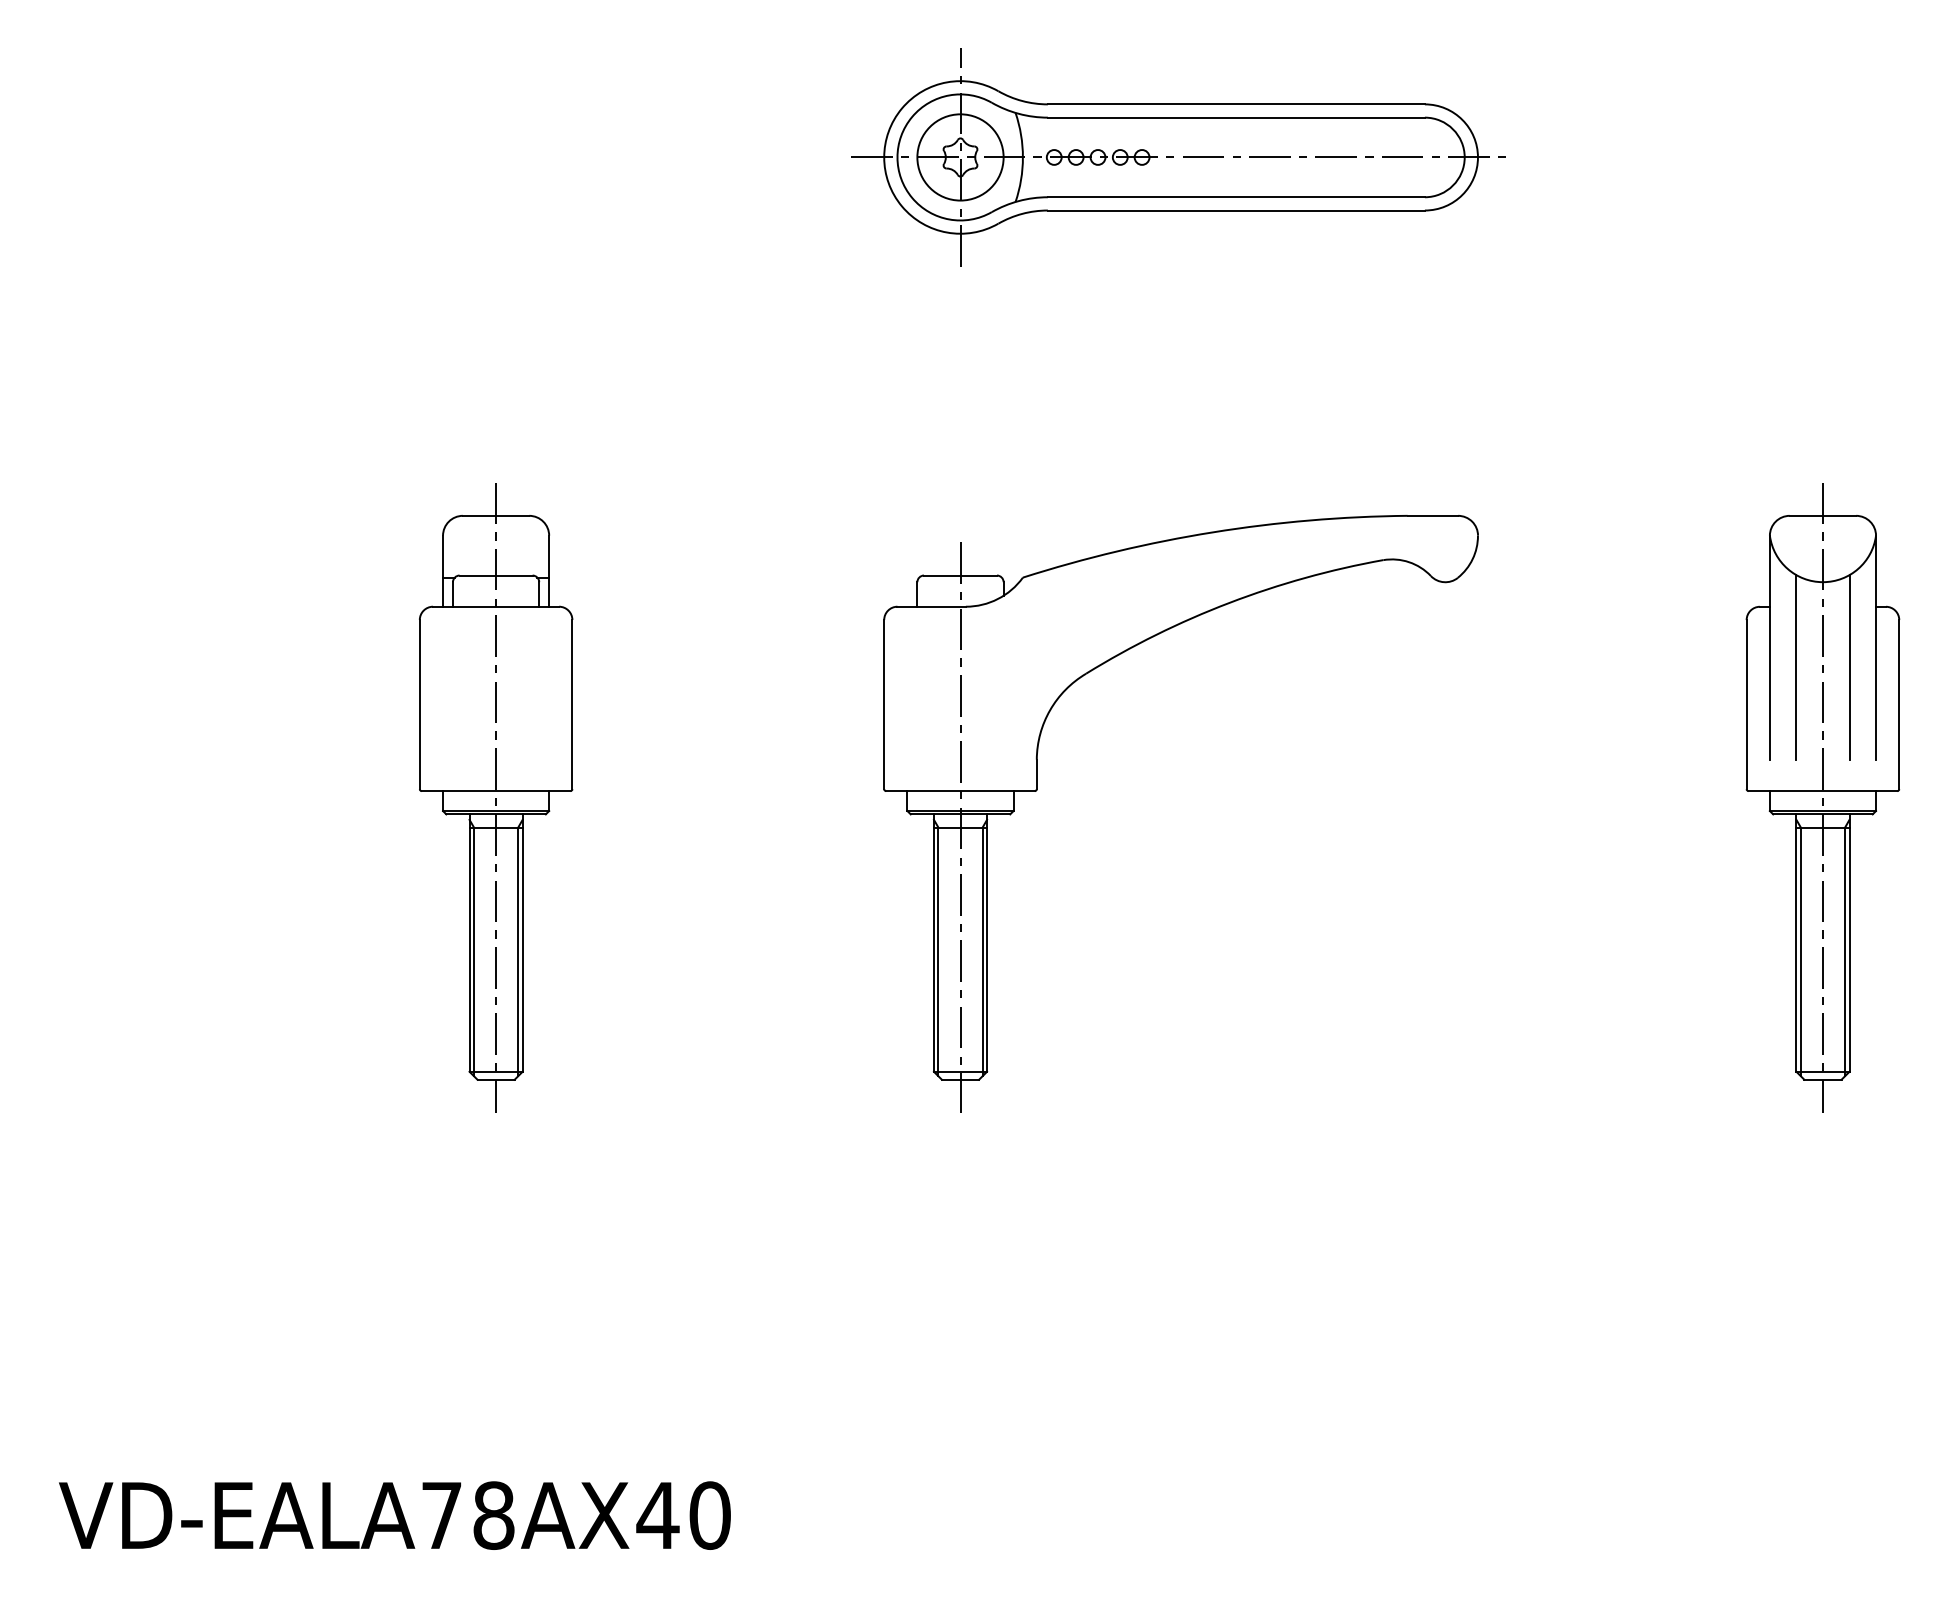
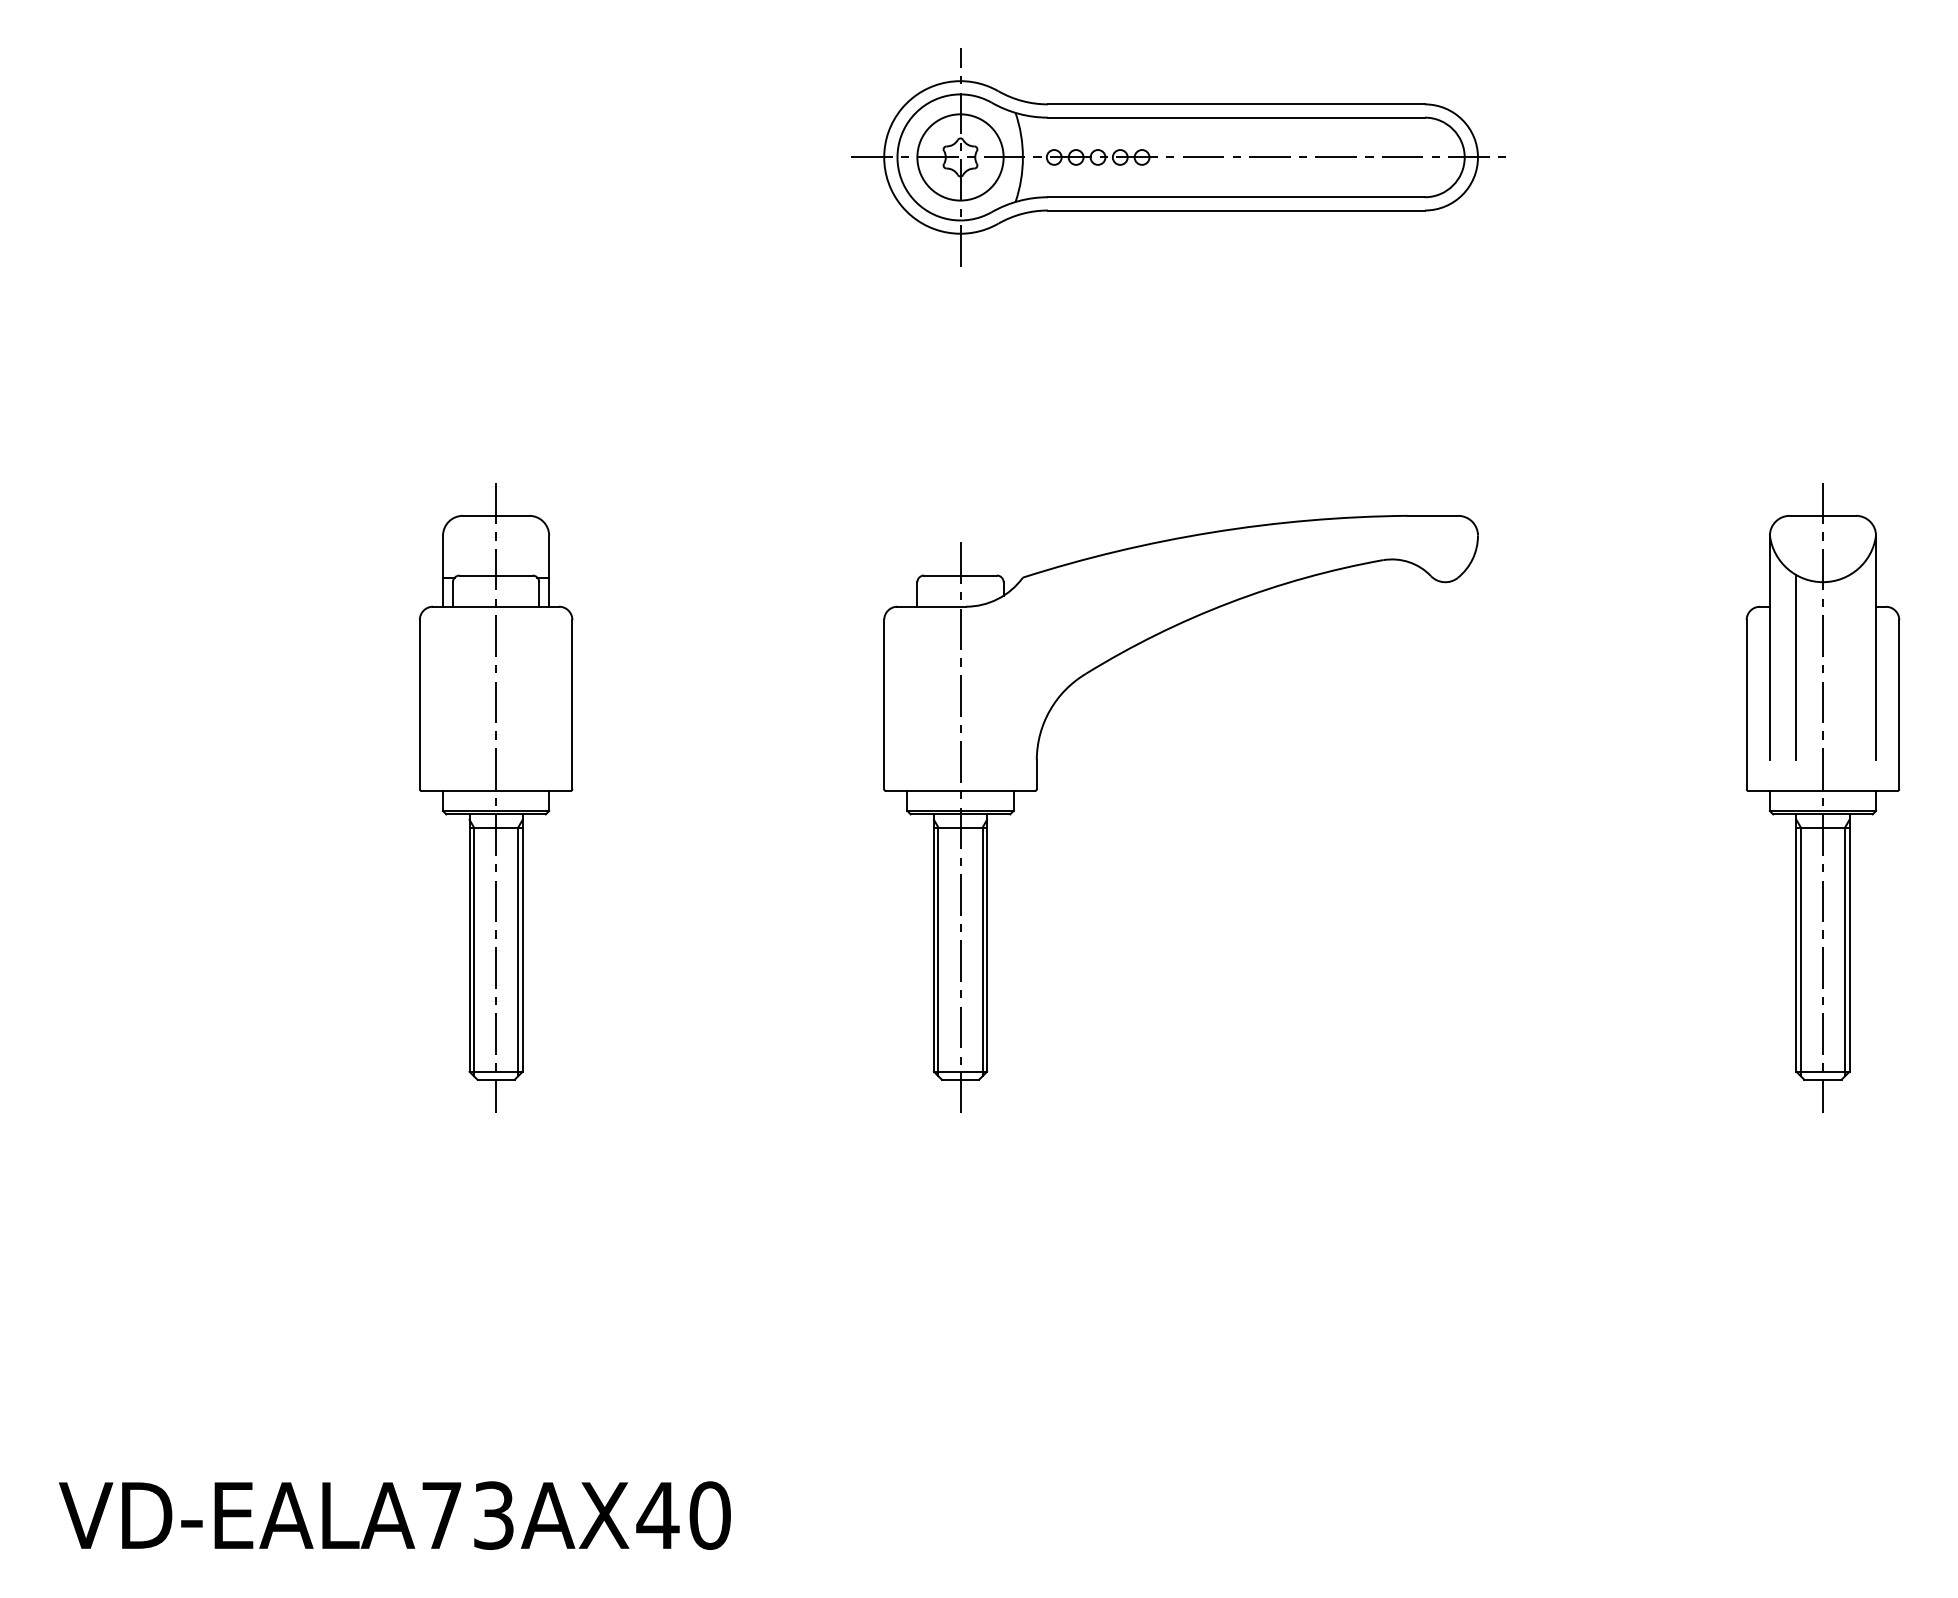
line at (1849, 667): present -> none
text at (493, 1515): VD-EALA78AX40 -> VD-EALA73AX40
